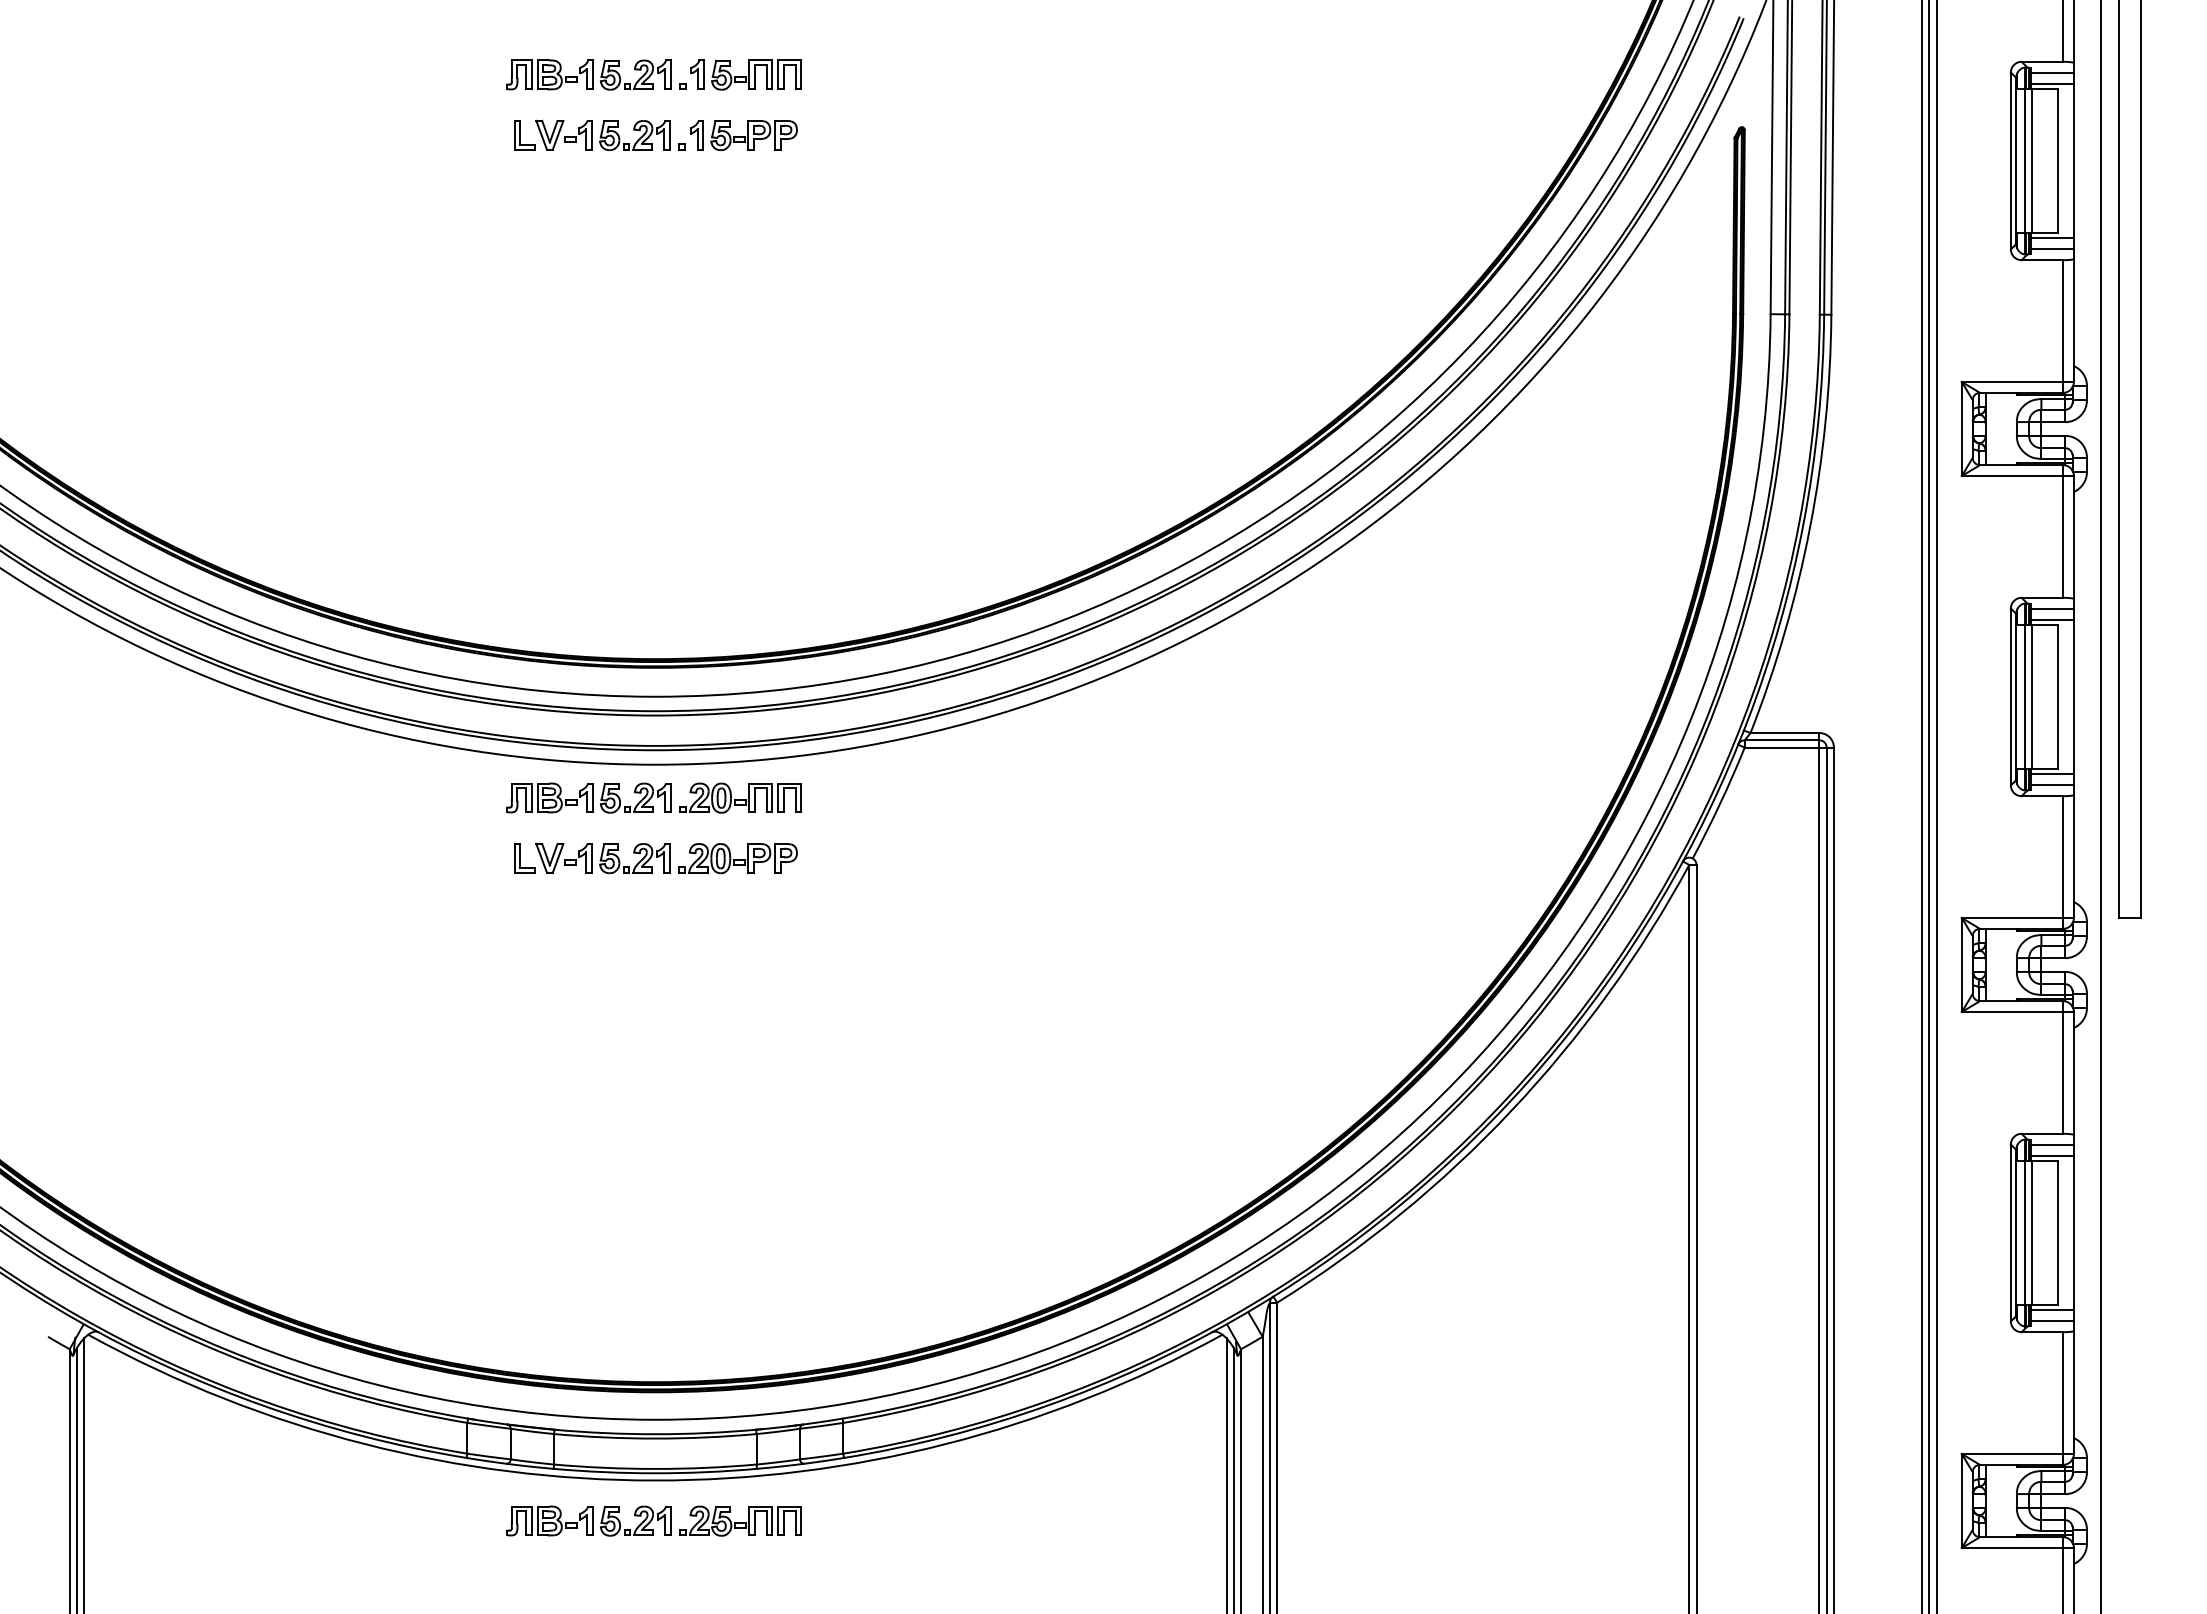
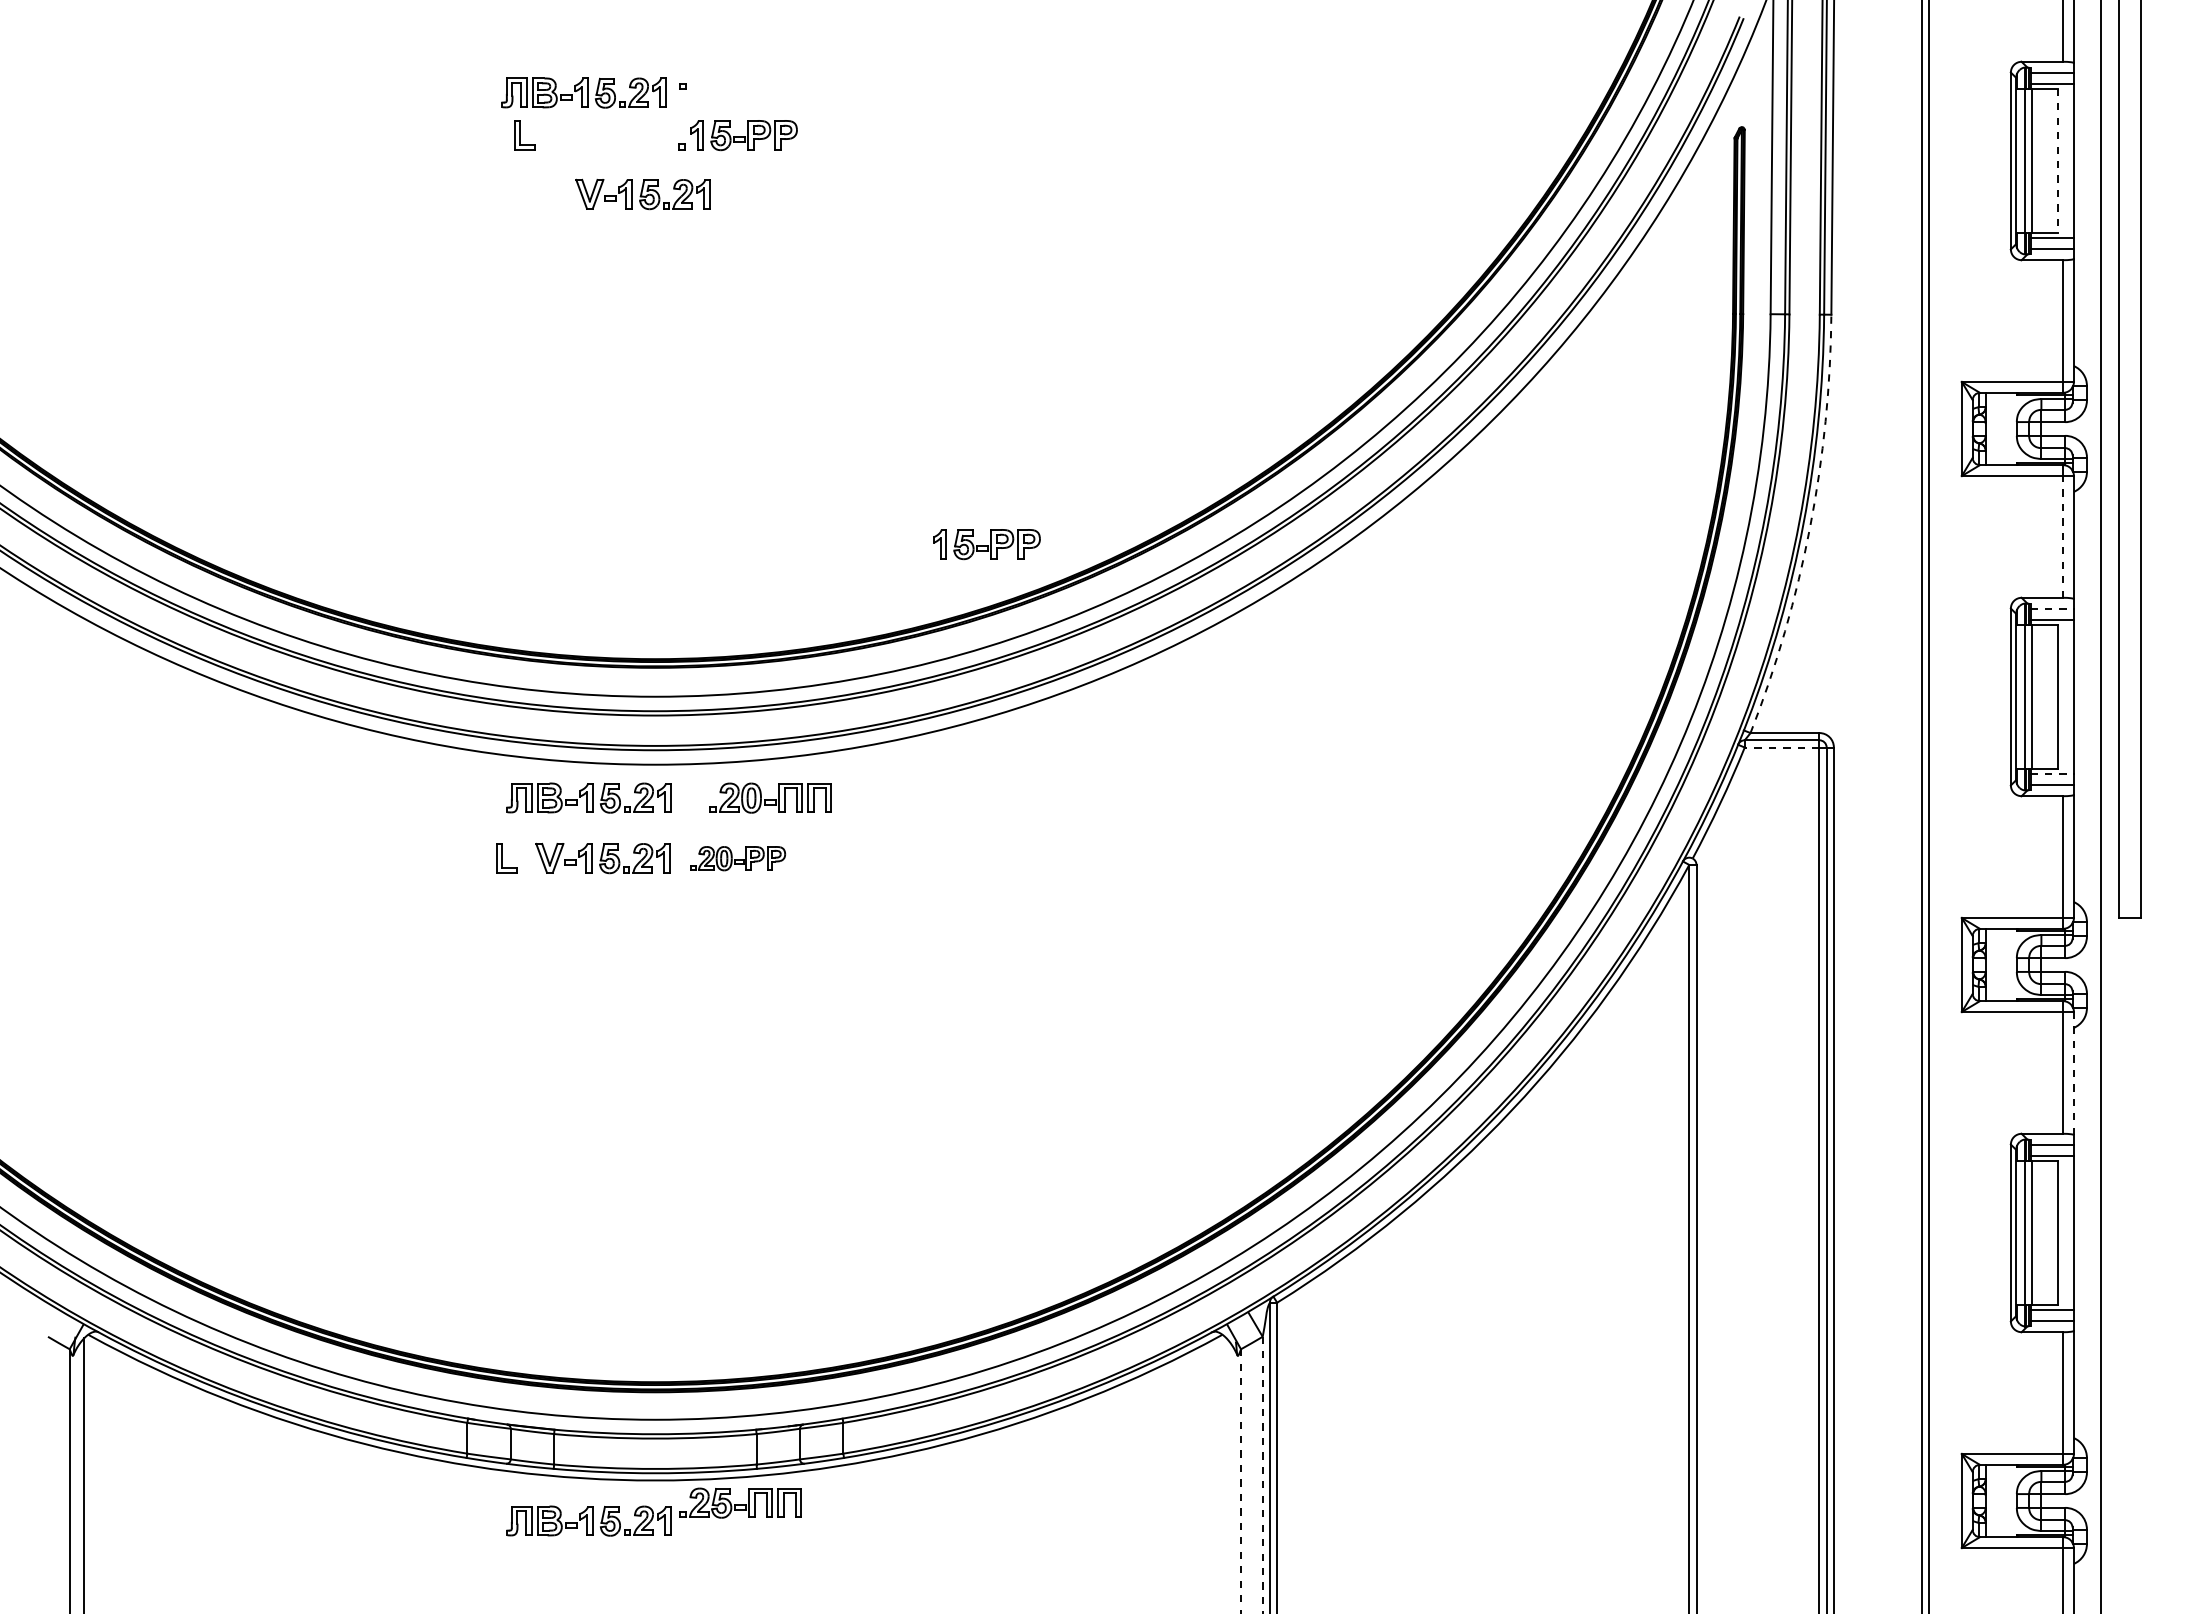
part at (588, 74) position: (588, 74) -> (583, 92)
part at (745, 74): present -> none
part at (602, 135) position: (602, 135) -> (642, 194)
line at (2058, 161): solid -> dashed
arc at (1810, 527): solid -> dashed
line at (2063, 536): solid -> dashed
part at (986, 544): none -> present
line at (2052, 609): solid -> dashed
line at (1781, 747): solid -> dashed
line at (2052, 774): solid -> dashed
part at (740, 797) position: (740, 797) -> (770, 797)
line at (1936, 806): present -> none
part at (524, 858) position: (524, 858) -> (506, 858)
part at (737, 858) size: 120x32 px -> 97x26 px
line at (2073, 1073): solid -> dashed
line at (1226, 1474): present -> none
line at (1262, 1474): solid -> dashed
line at (76, 1479): present -> none
line at (1233, 1479): present -> none
line at (1241, 1481): solid -> dashed
part at (740, 1520) position: (740, 1520) -> (740, 1502)
